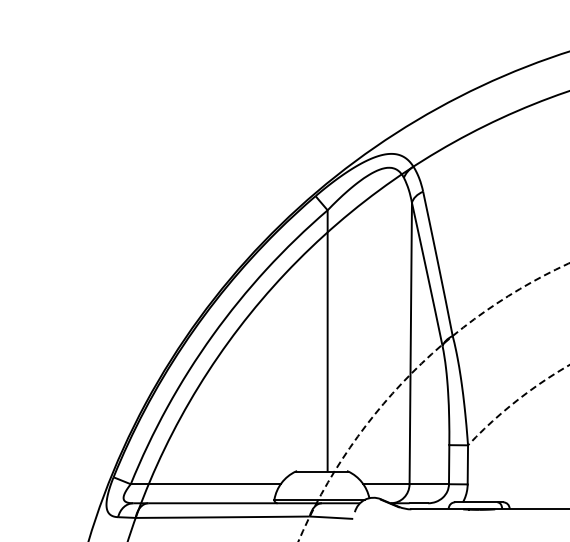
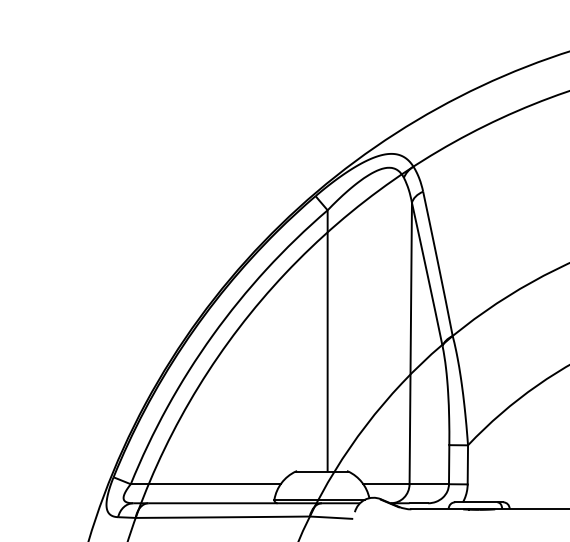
arc at (408, 376): dashed -> solid
arc at (516, 401): dashed -> solid
